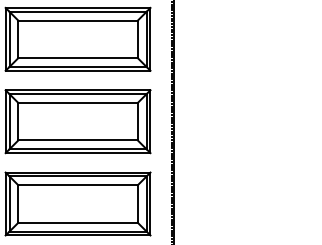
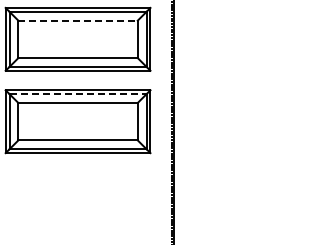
line at (78, 20): solid -> dashed
line at (78, 94): solid -> dashed
part at (77, 203): present -> none
